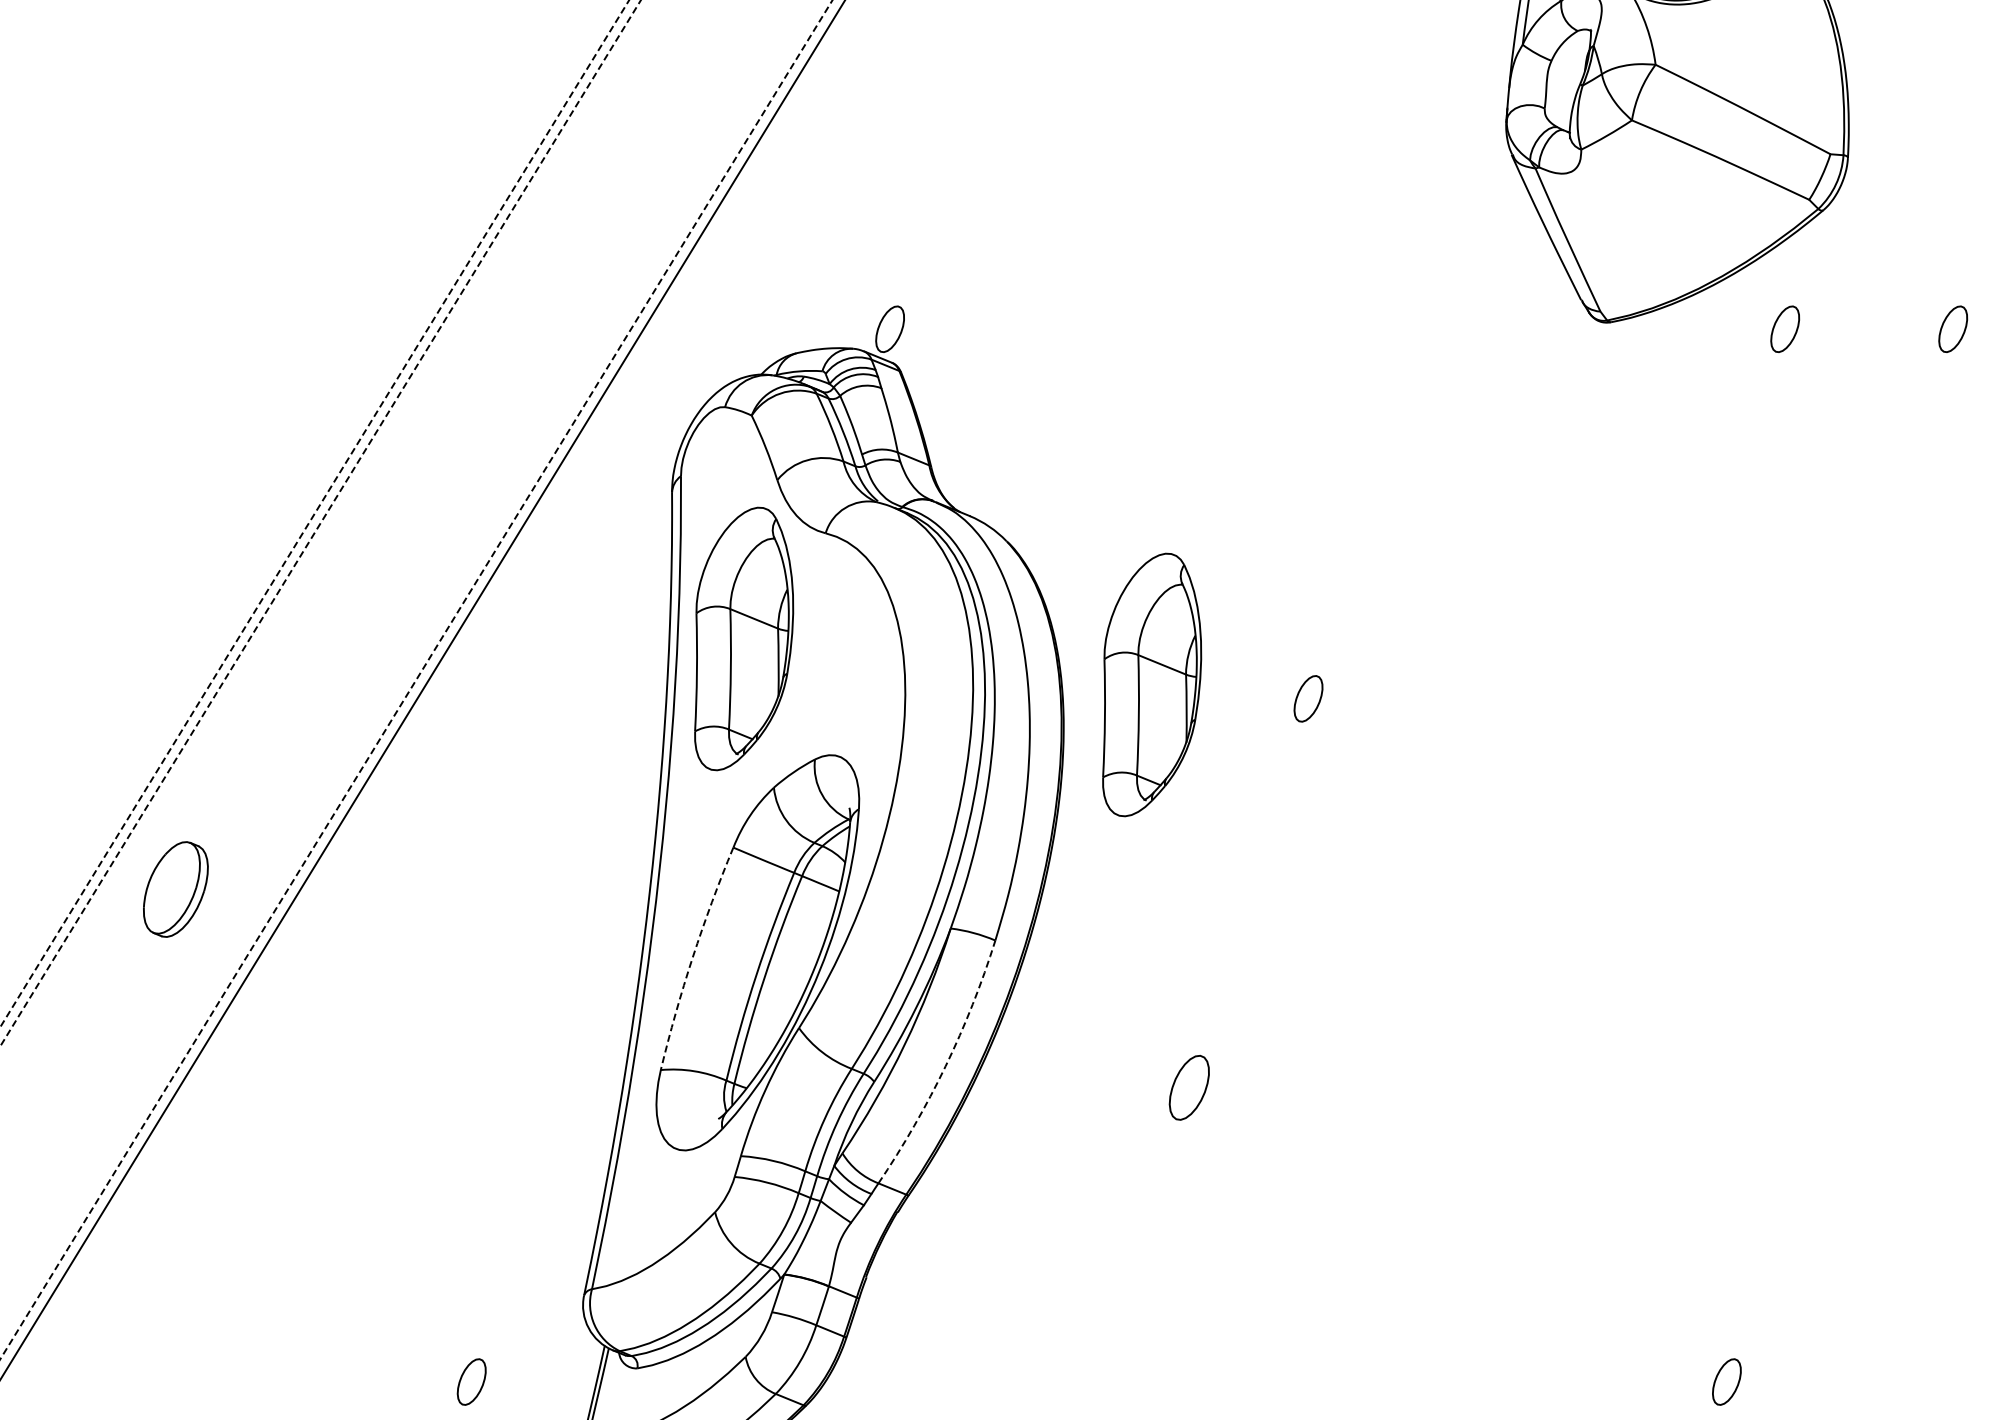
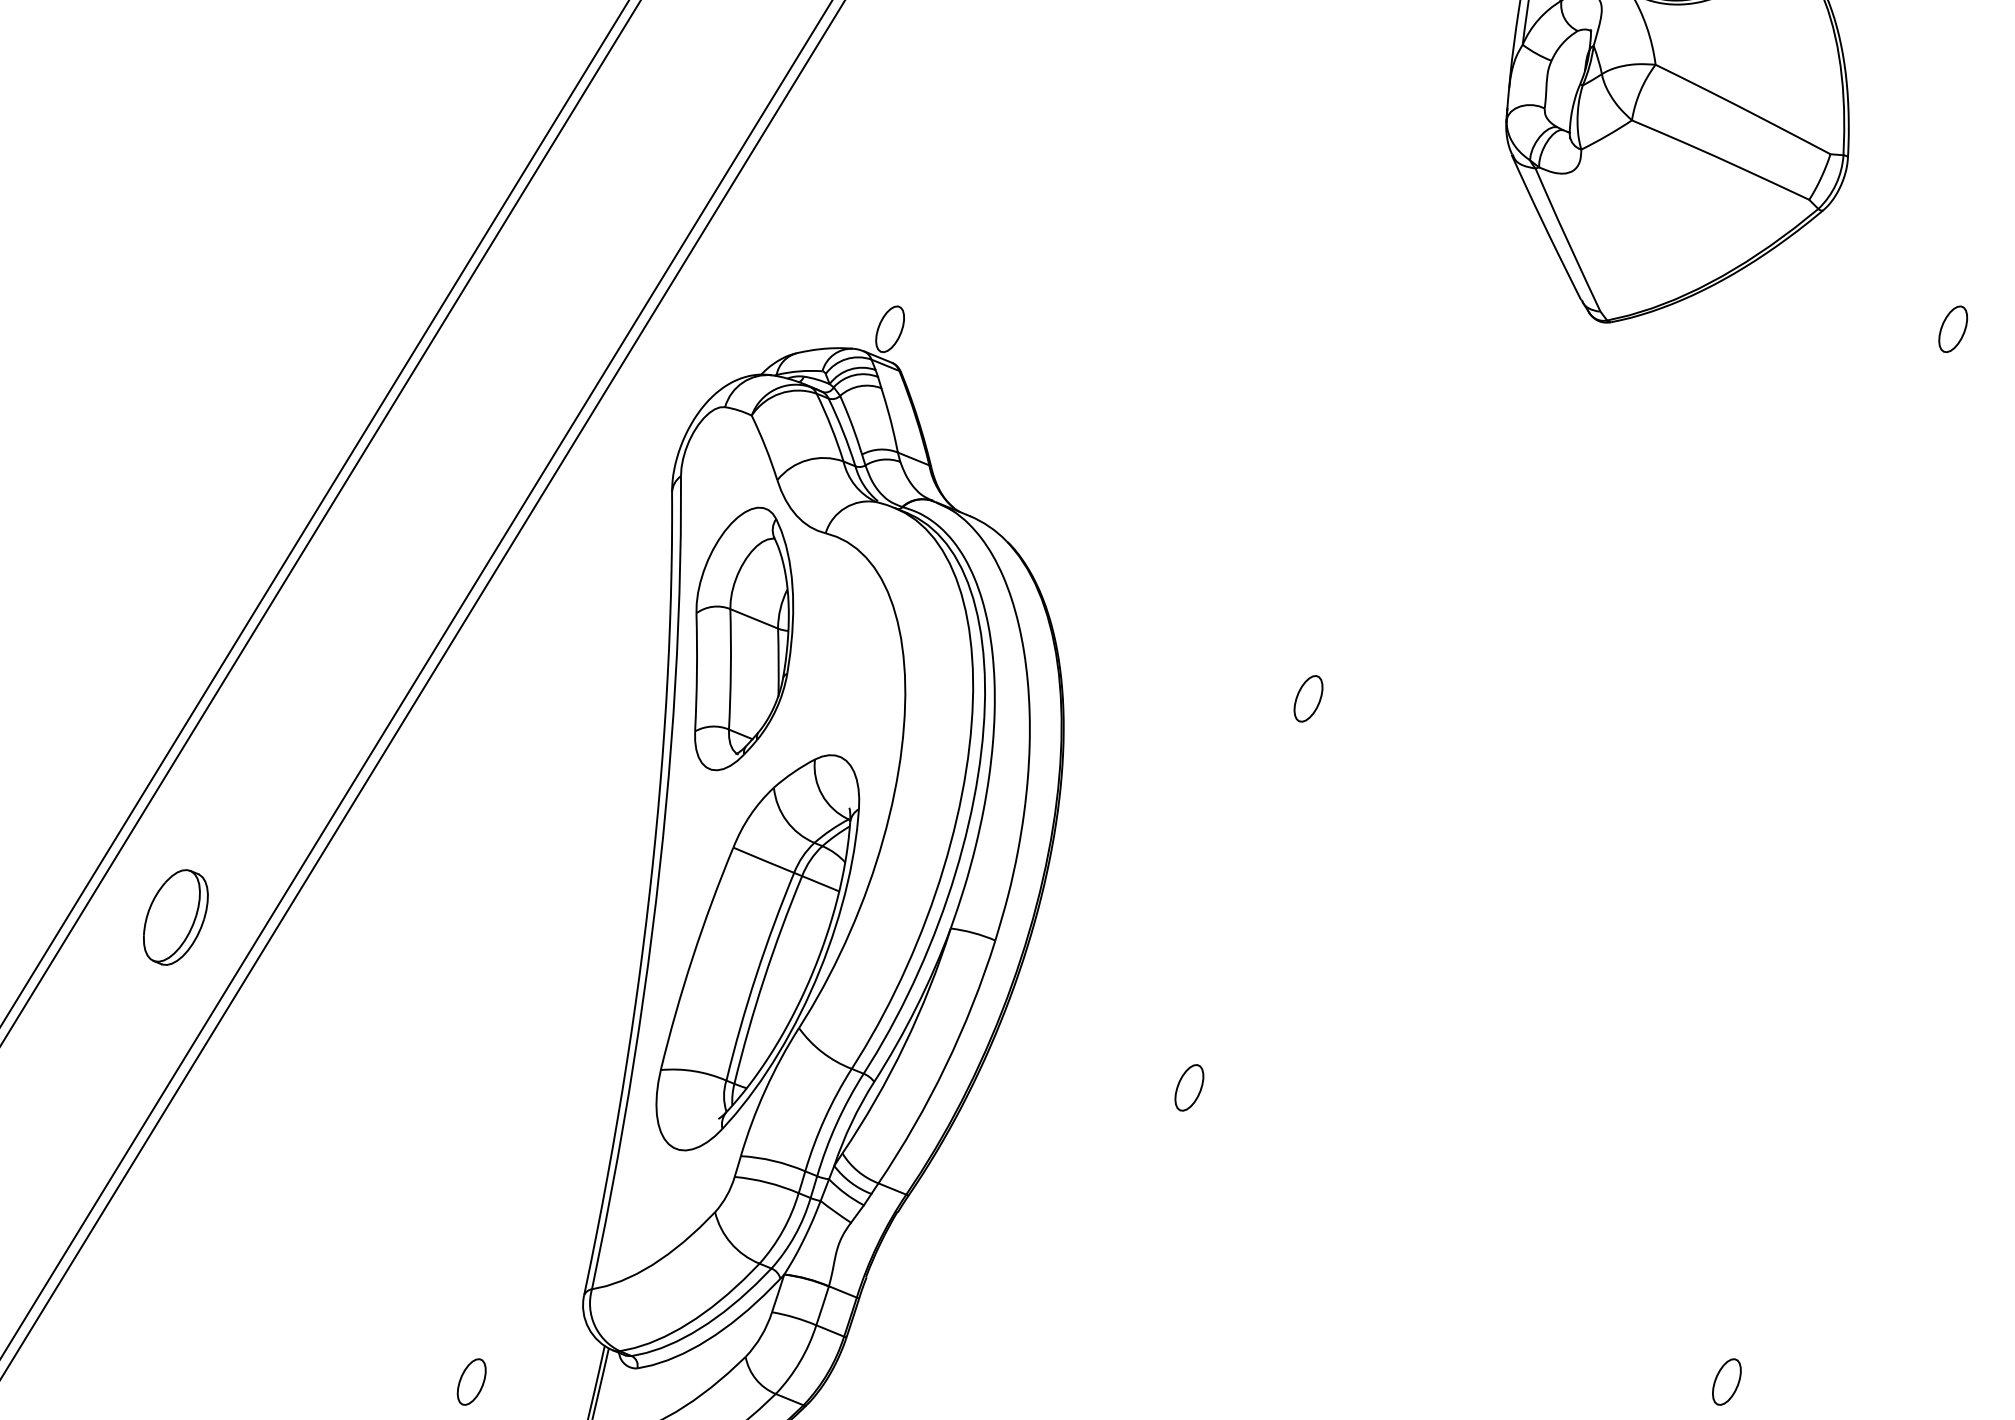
part at (1785, 328): present -> none
line at (314, 513): dashed -> solid
line at (320, 524): dashed -> solid
line at (415, 680): dashed -> solid
part at (1152, 684): present -> none
part at (175, 889) position: (175, 889) -> (175, 917)
arc at (692, 957): dashed -> solid
arc at (945, 1066): dashed -> solid
part at (1188, 1087) size: 42x67 px -> 31x48 px
